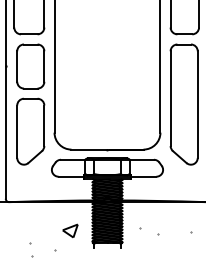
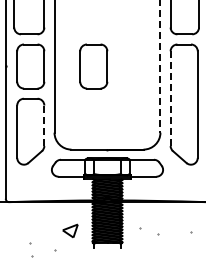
part at (93, 66): none -> present
line at (160, 66): solid -> dashed
line at (170, 98): solid -> dashed
line at (44, 125): solid -> dashed
